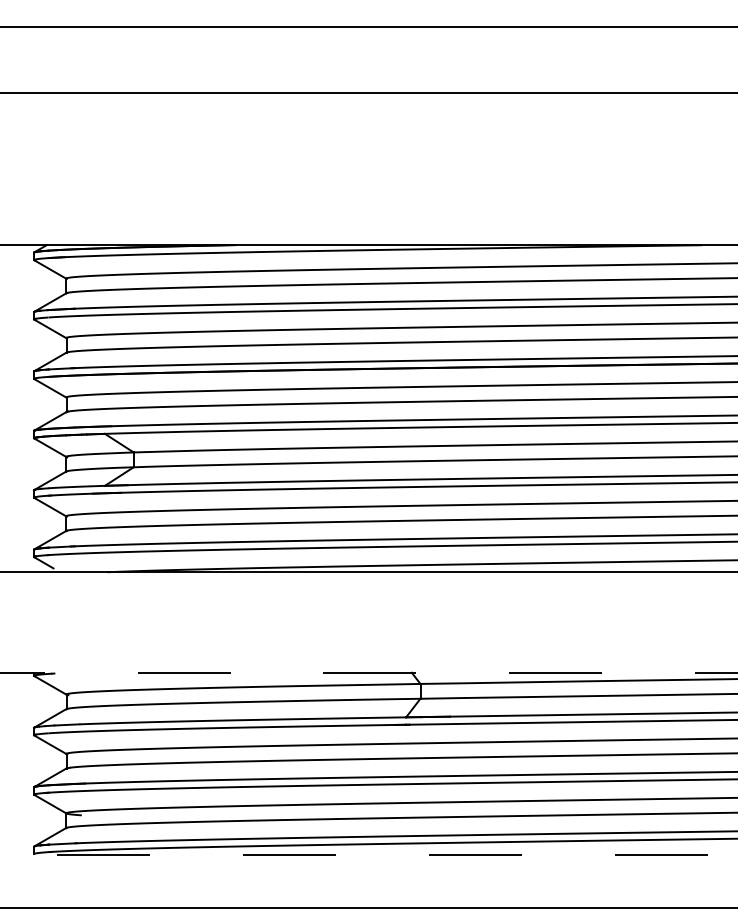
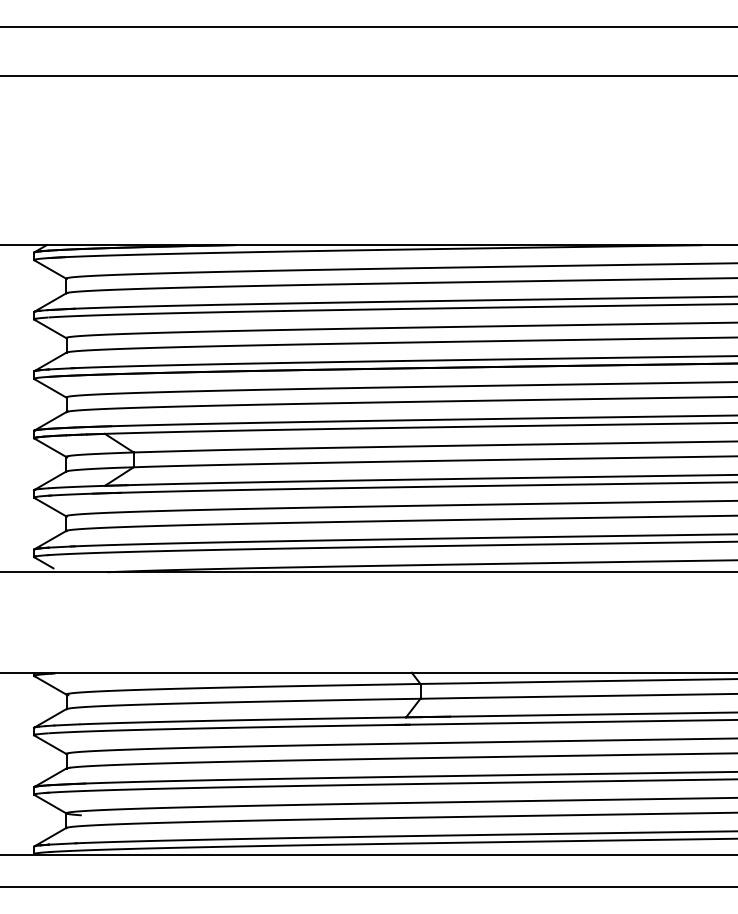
line at (368, 93) position: (368, 93) -> (368, 76)
line at (369, 672): dashed -> solid
line at (369, 854): dashed -> solid
line at (368, 907) position: (368, 907) -> (368, 886)
